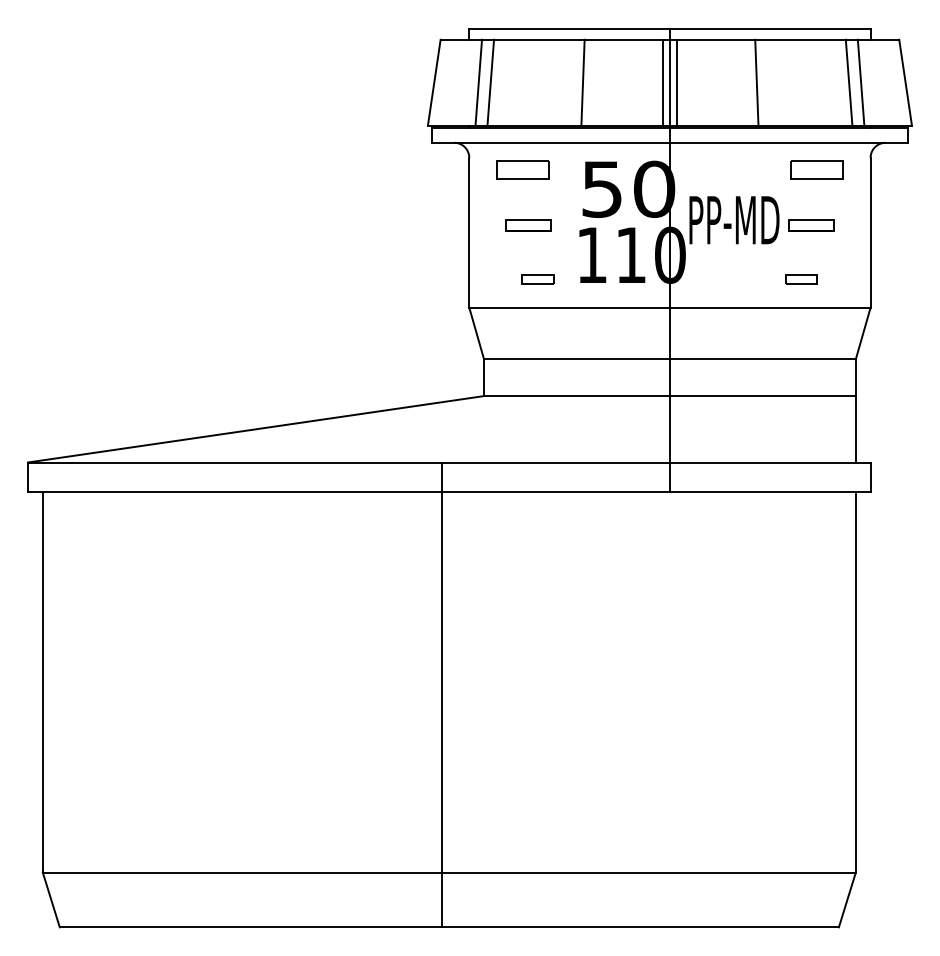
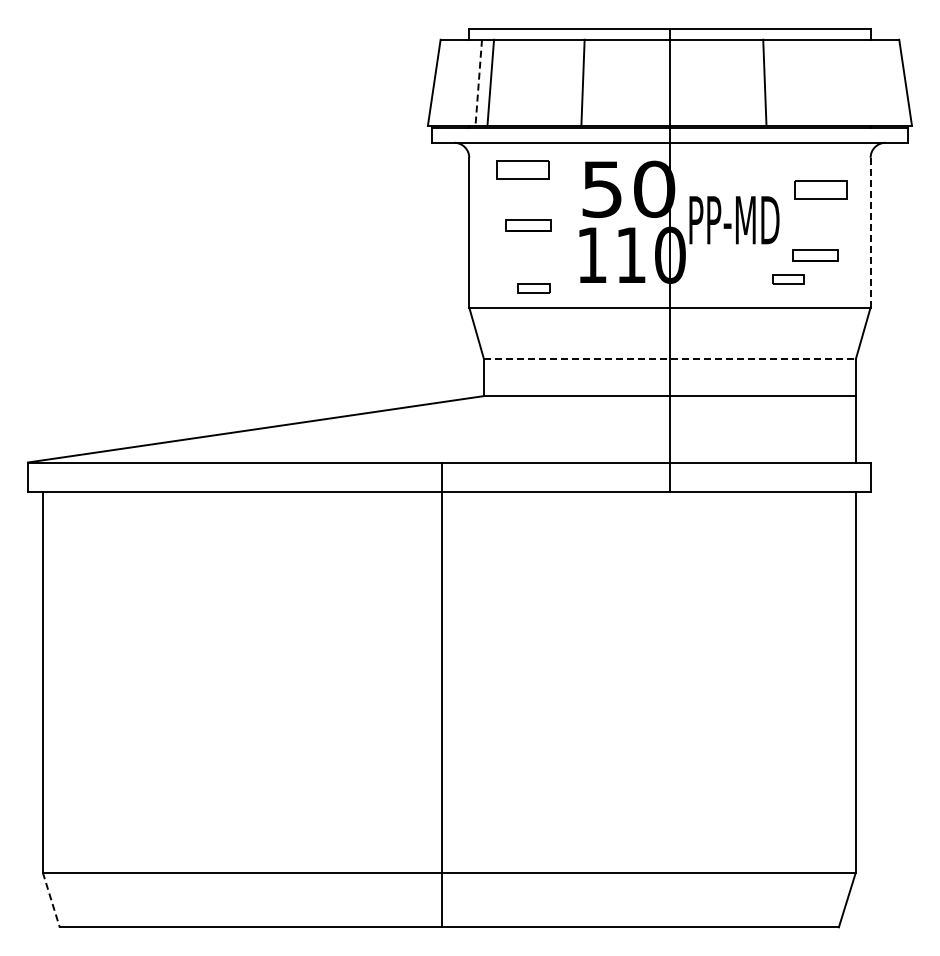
line at (662, 82): present -> none
line at (677, 82): present -> none
line at (756, 82) position: (756, 82) -> (764, 82)
line at (848, 82): present -> none
line at (860, 82): present -> none
line at (478, 83): solid -> dashed
part at (816, 169) position: (816, 169) -> (820, 189)
part at (811, 225) position: (811, 225) -> (815, 255)
line at (870, 232): solid -> dashed
part at (537, 279) position: (537, 279) -> (533, 288)
part at (801, 279) position: (801, 279) -> (788, 279)
line at (669, 359): solid -> dashed
line at (51, 899): solid -> dashed
